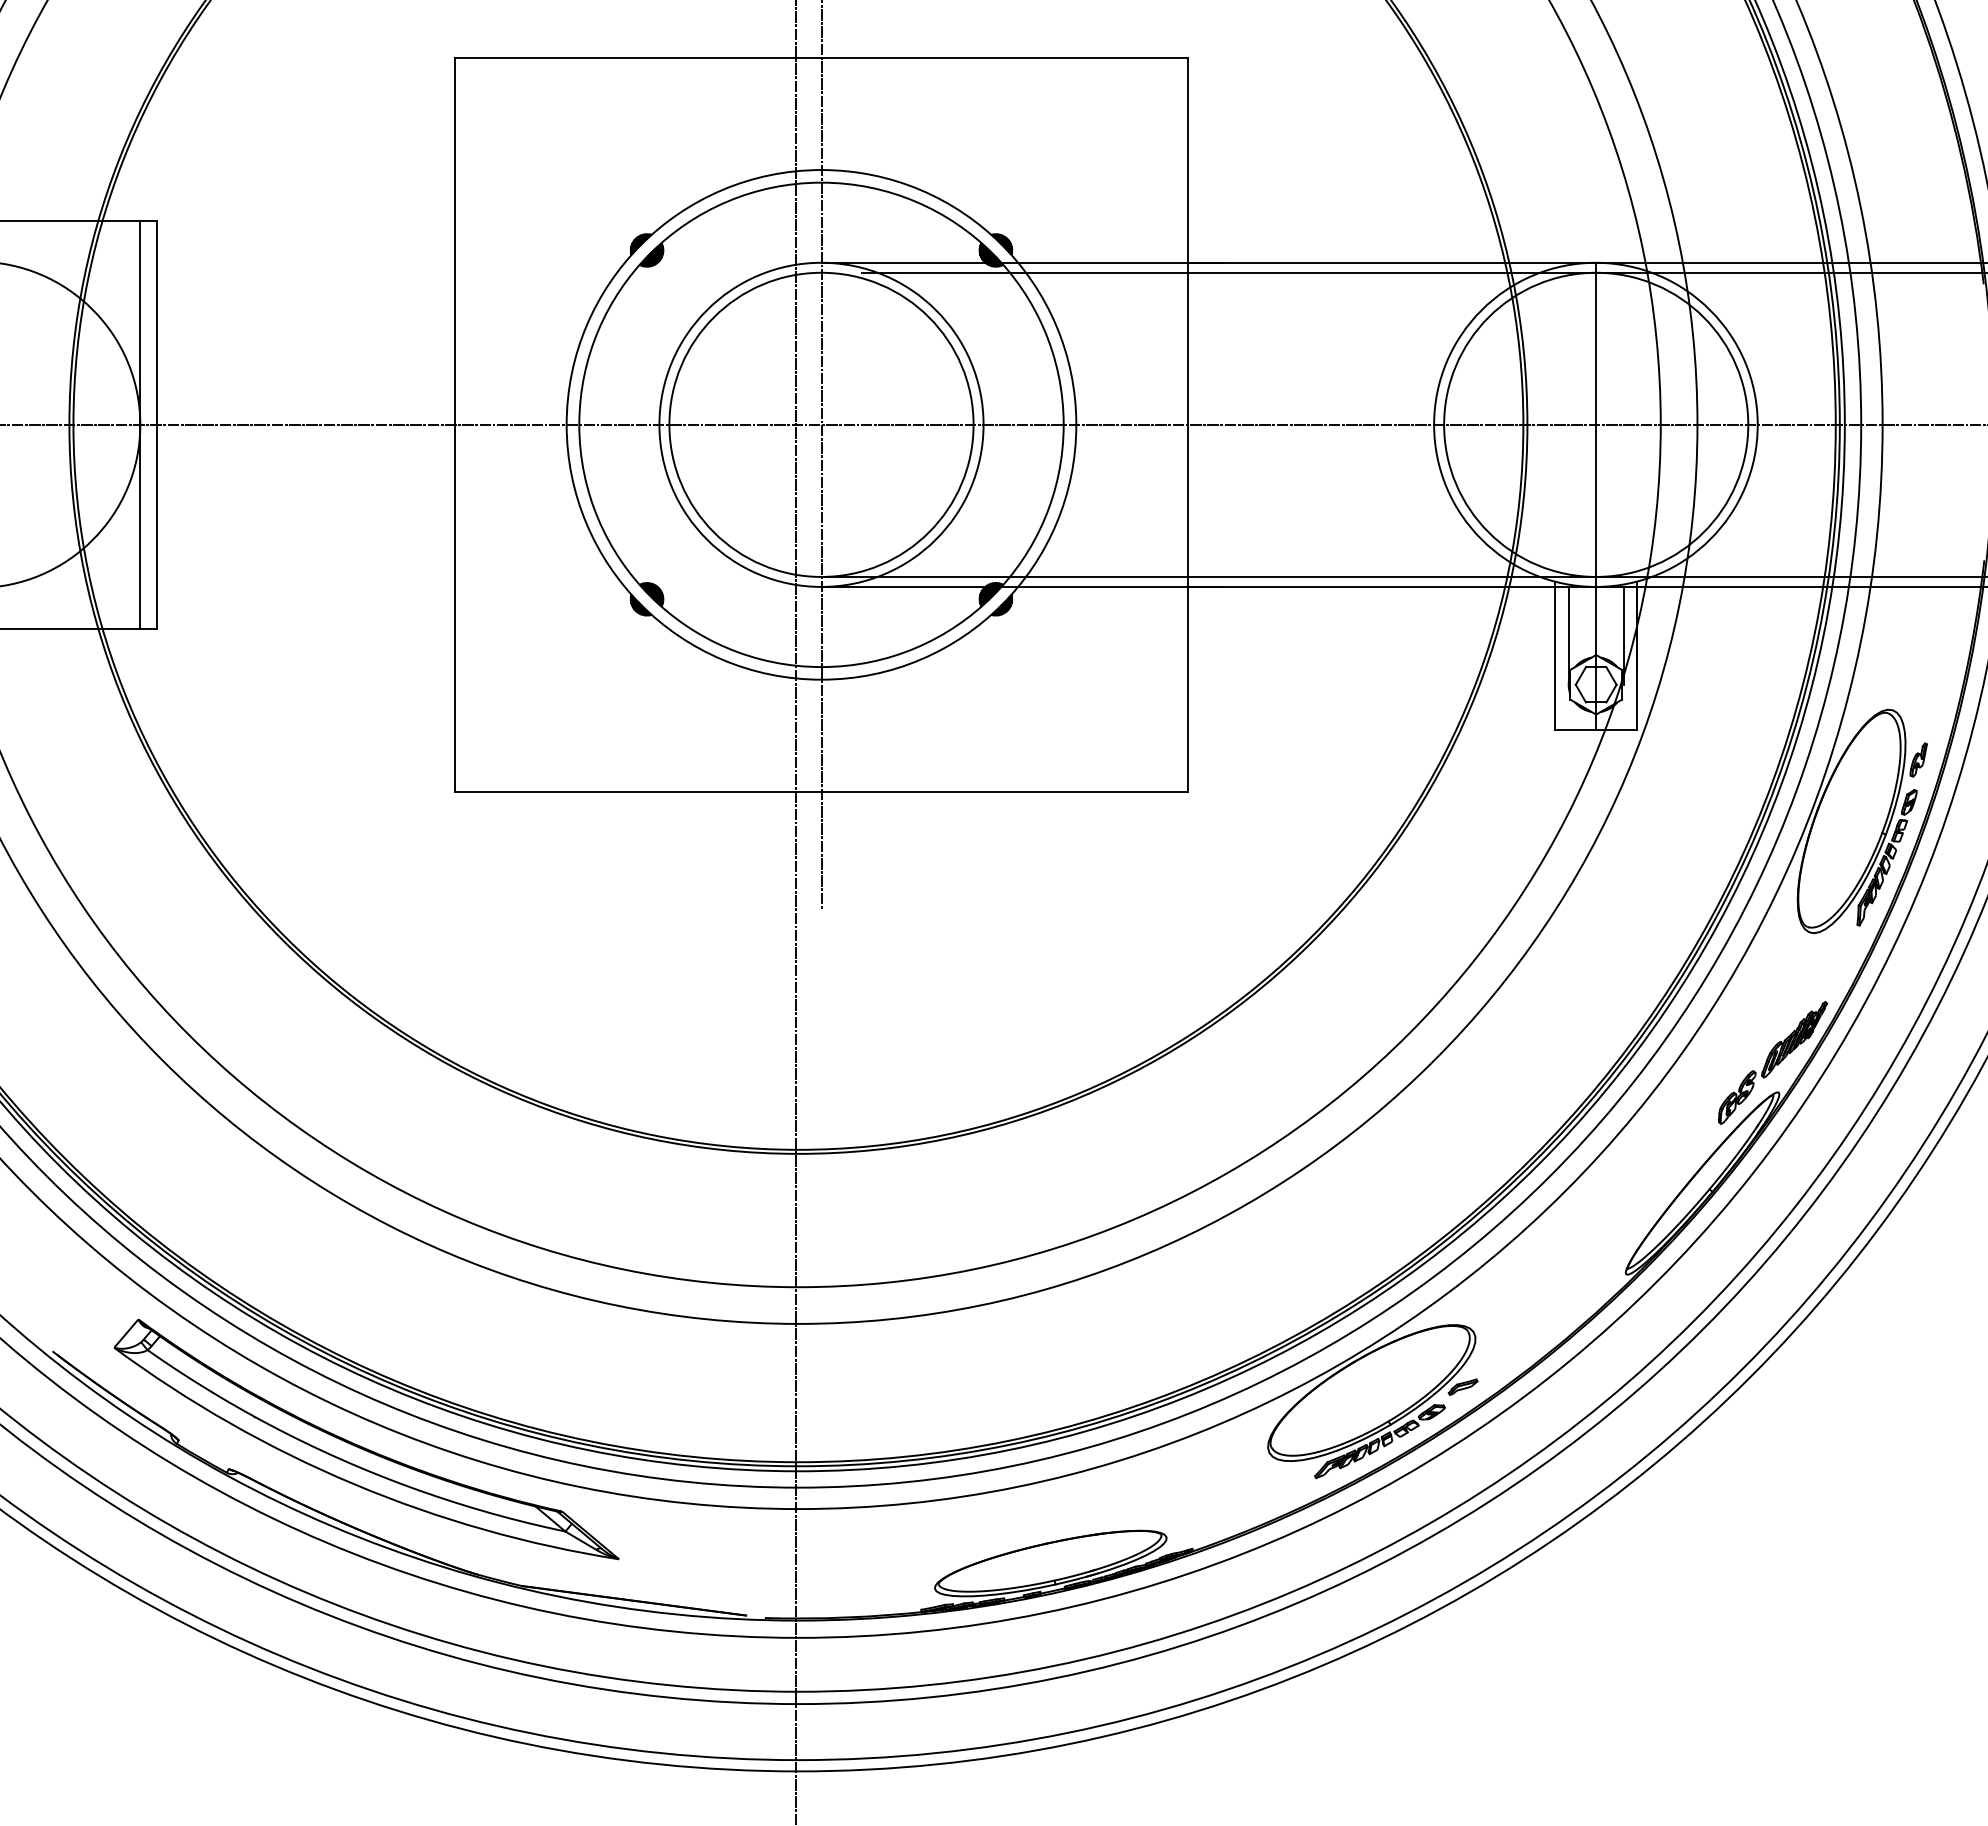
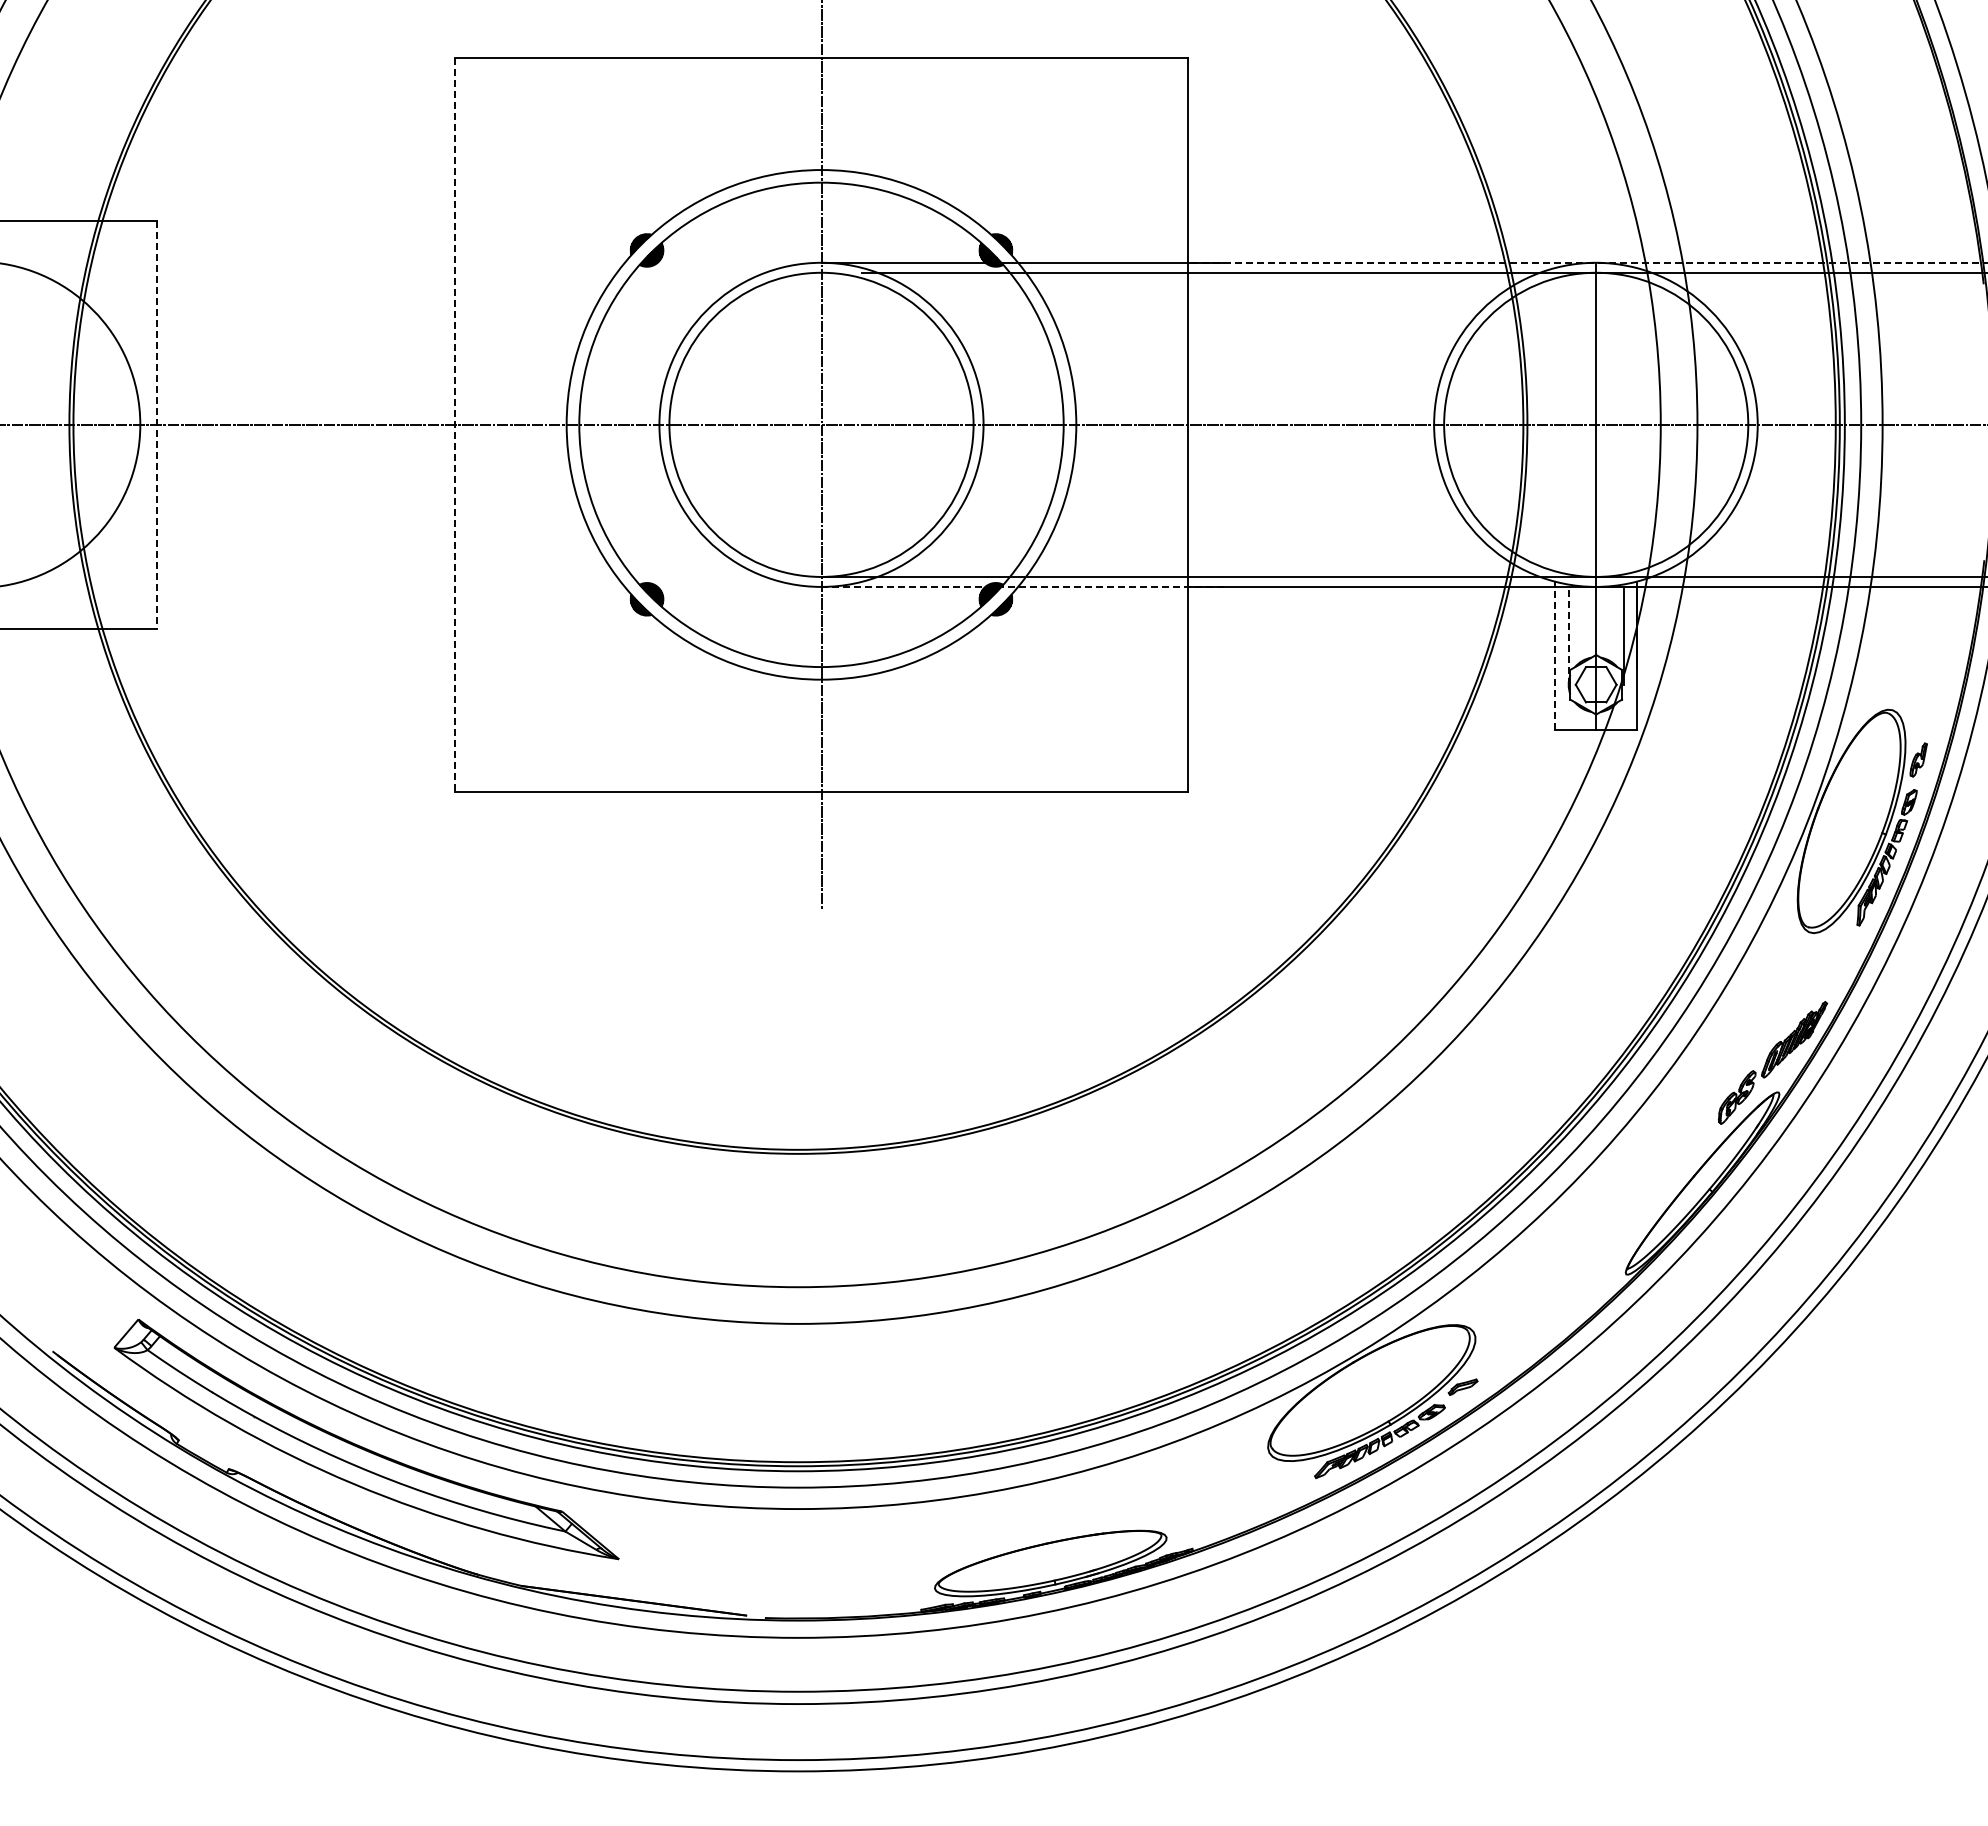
line at (1587, 262): solid -> dashed
line at (140, 424): present -> none
line at (156, 424): solid -> dashed
line at (454, 424): solid -> dashed
line at (1022, 586): solid -> dashed
line at (1568, 635): solid -> dashed
line at (1555, 657): solid -> dashed
line at (795, 912): present -> none
